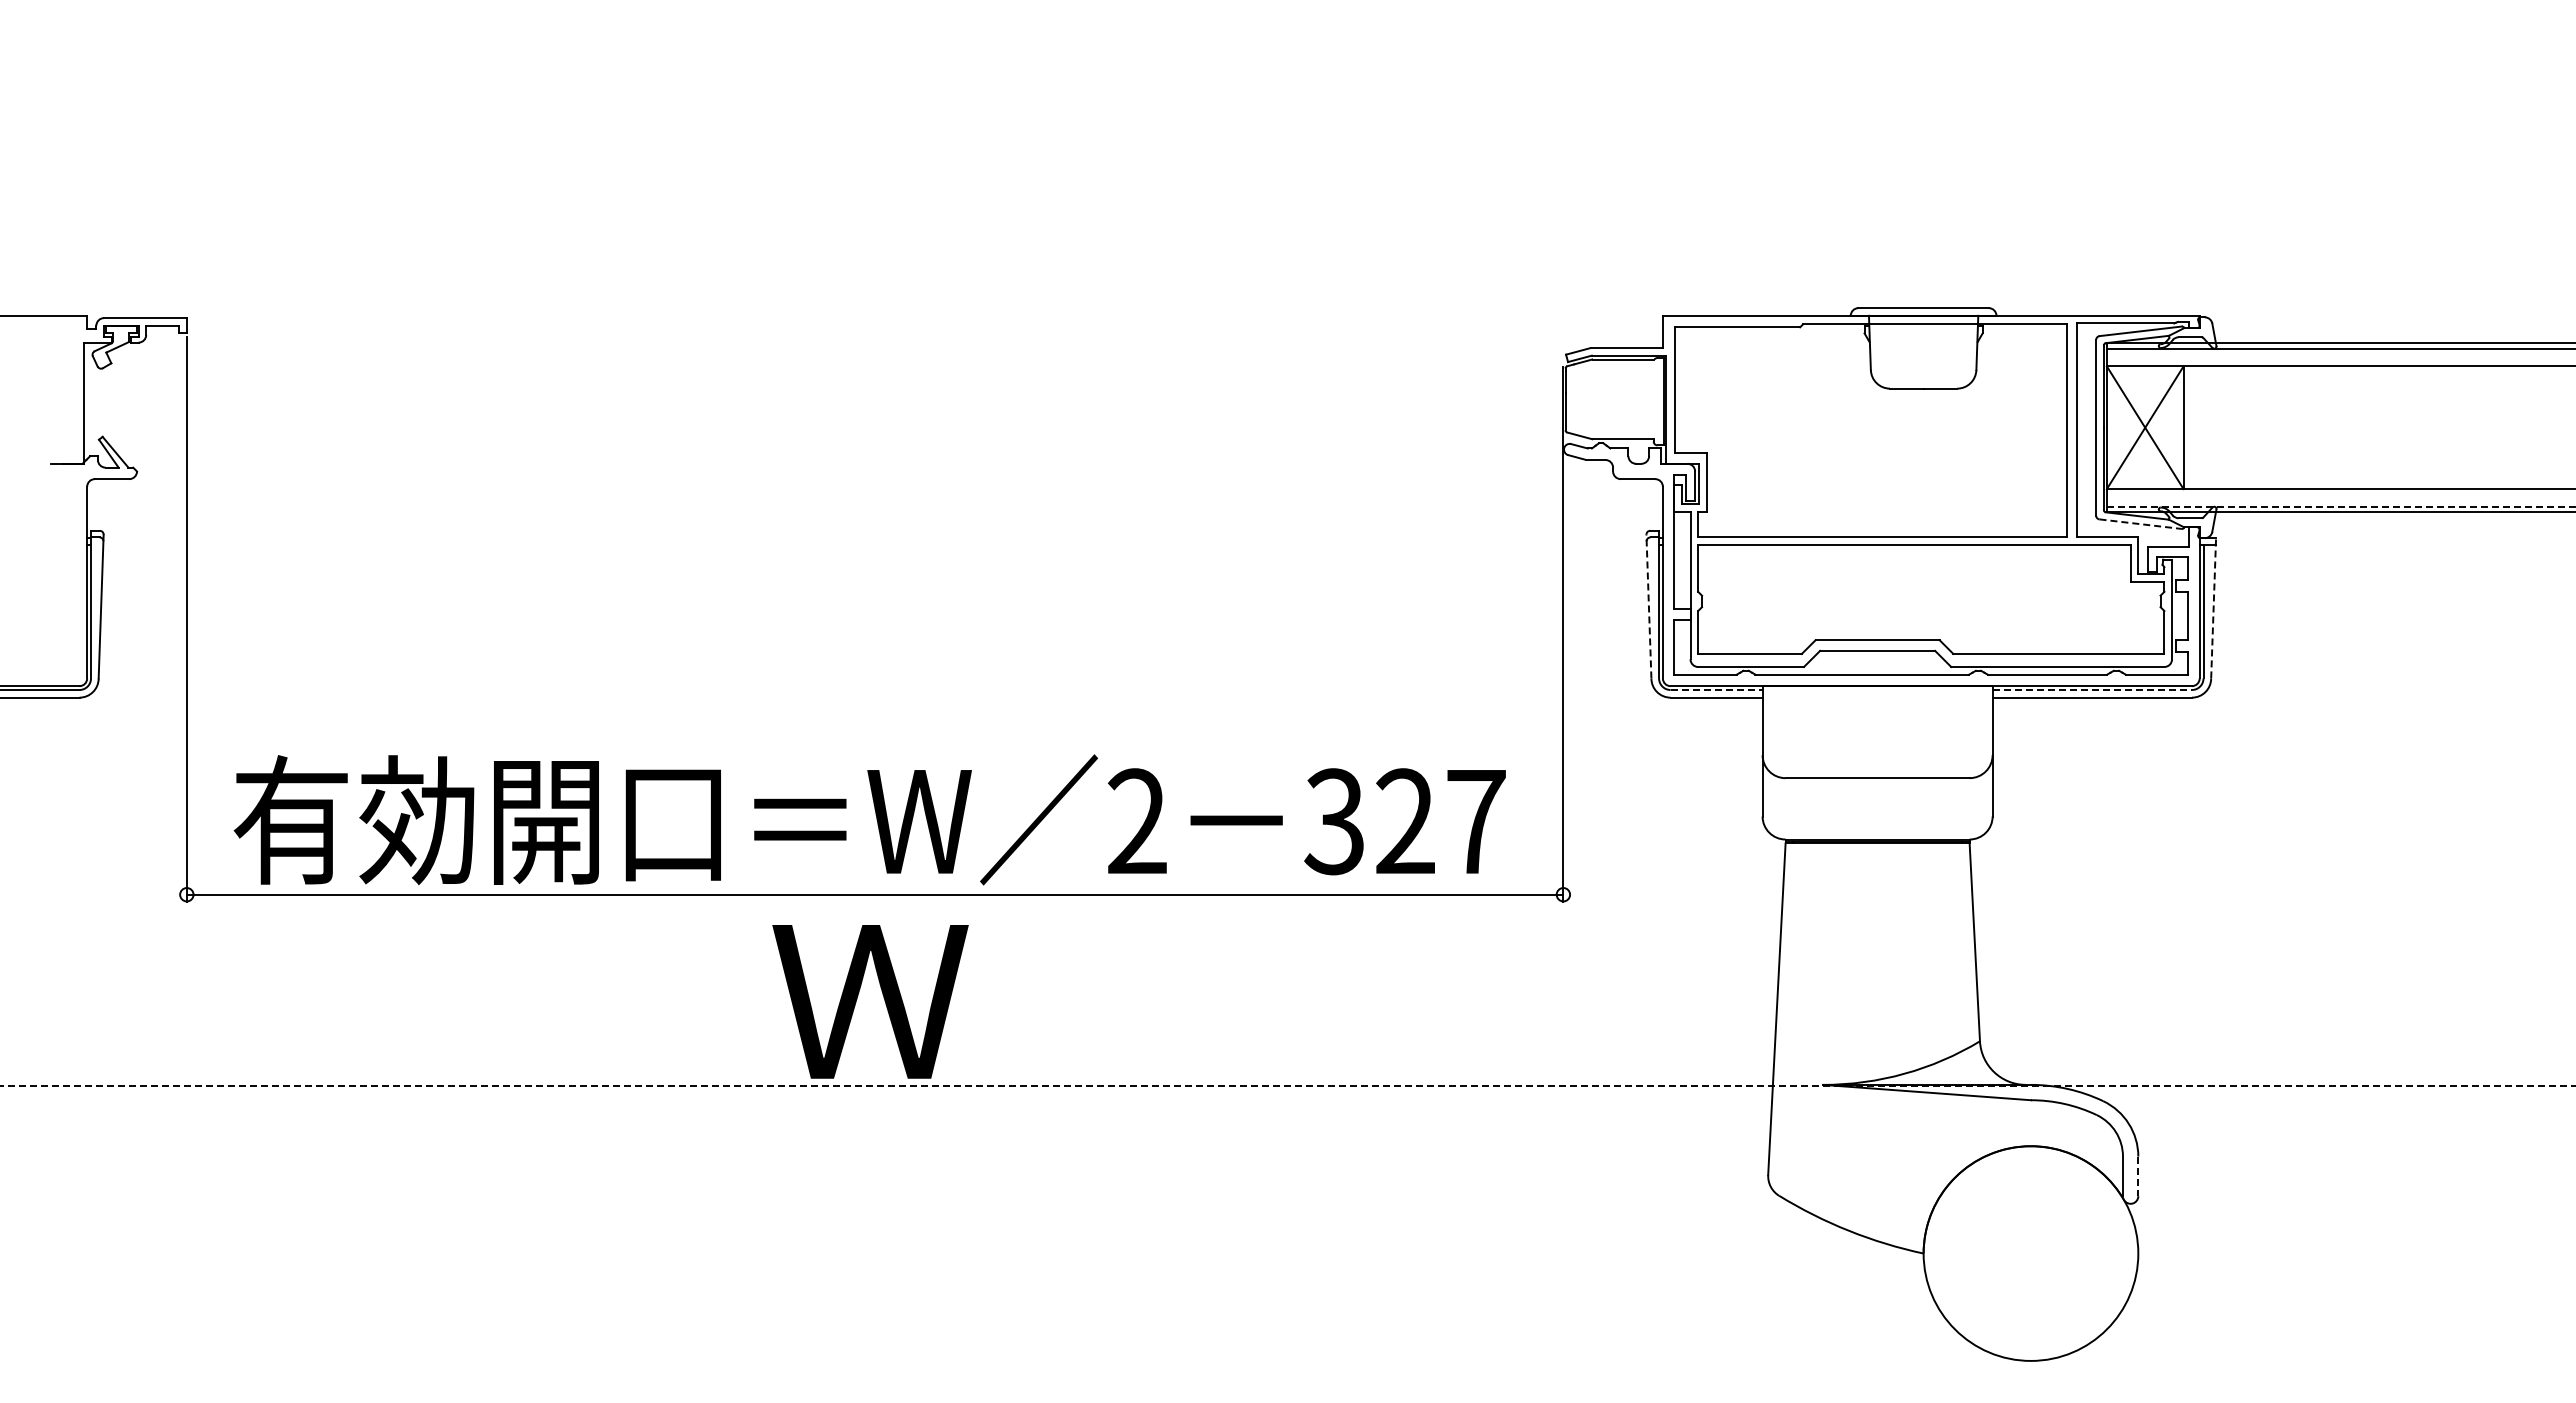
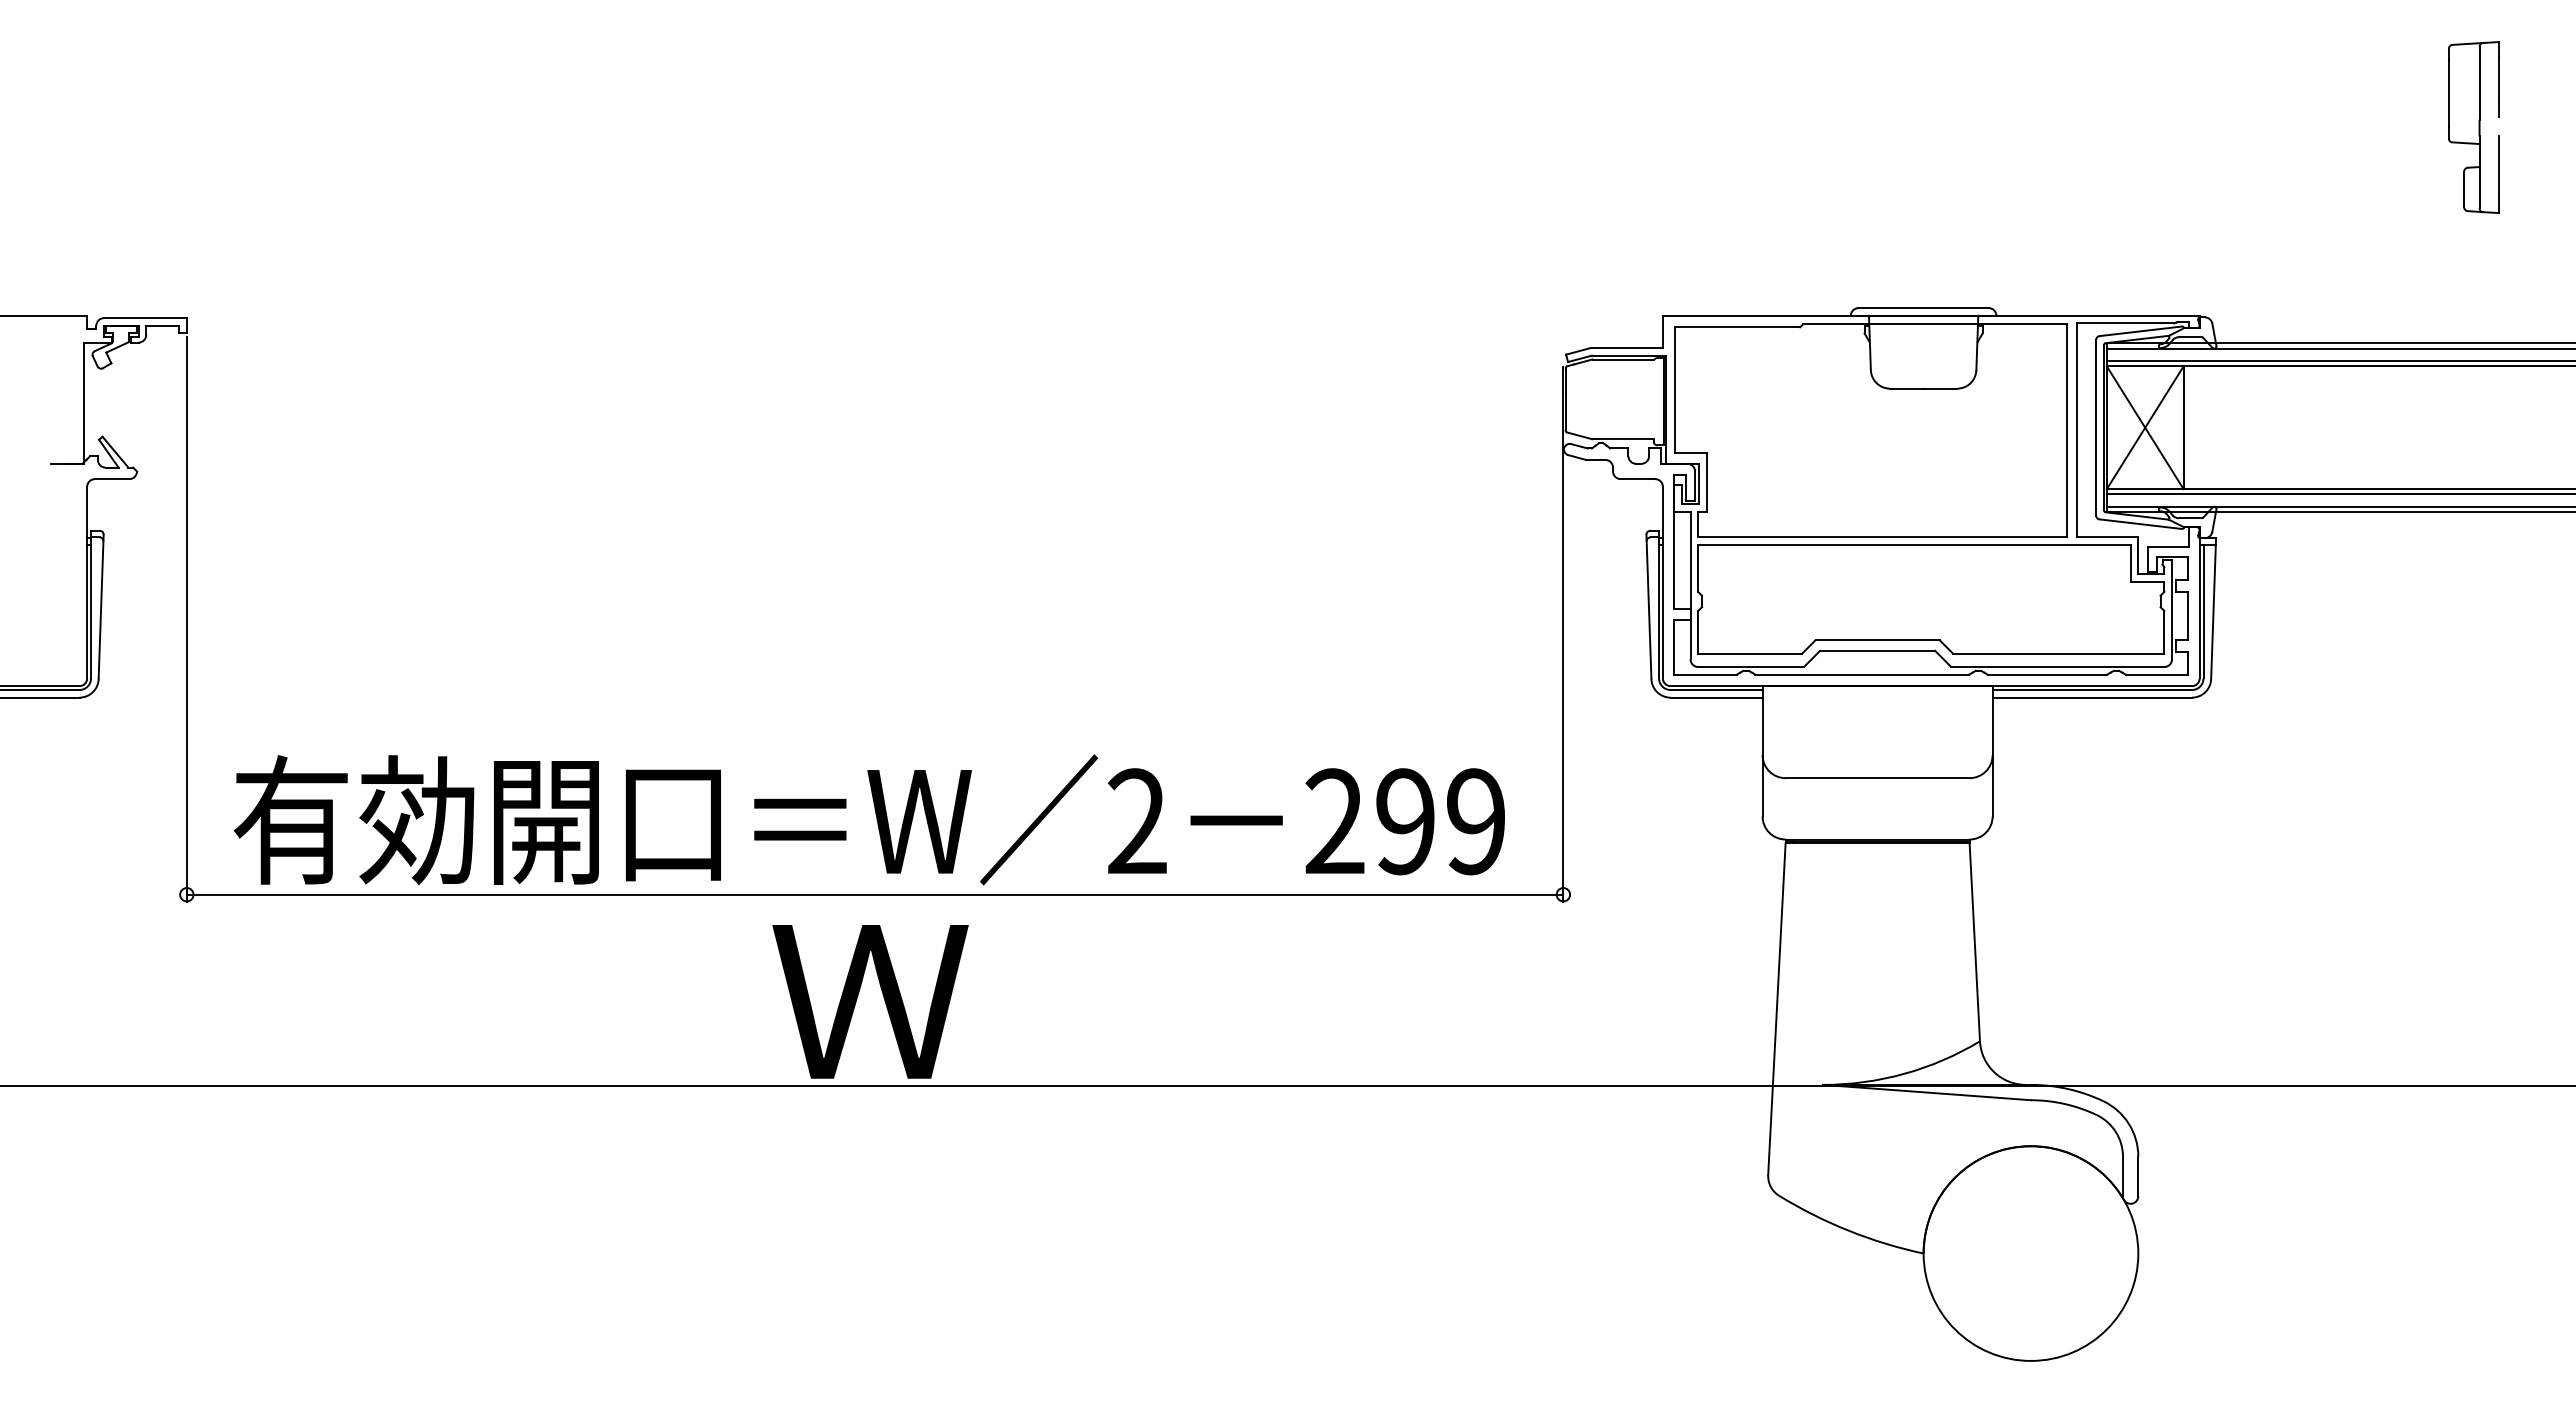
part at (2473, 127): none -> present
line at (2339, 361): none -> present
line at (2339, 494): none -> present
line at (2341, 506): dashed -> solid
line at (2141, 524): dashed -> solid
line at (1648, 606): dashed -> solid
line at (2213, 607): dashed -> solid
line at (1717, 690): dashed -> solid
line at (2092, 690): dashed -> solid
text at (1404, 821): 327 -> 299
line at (1287, 1086): dashed -> solid
line at (2138, 1176): dashed -> solid
